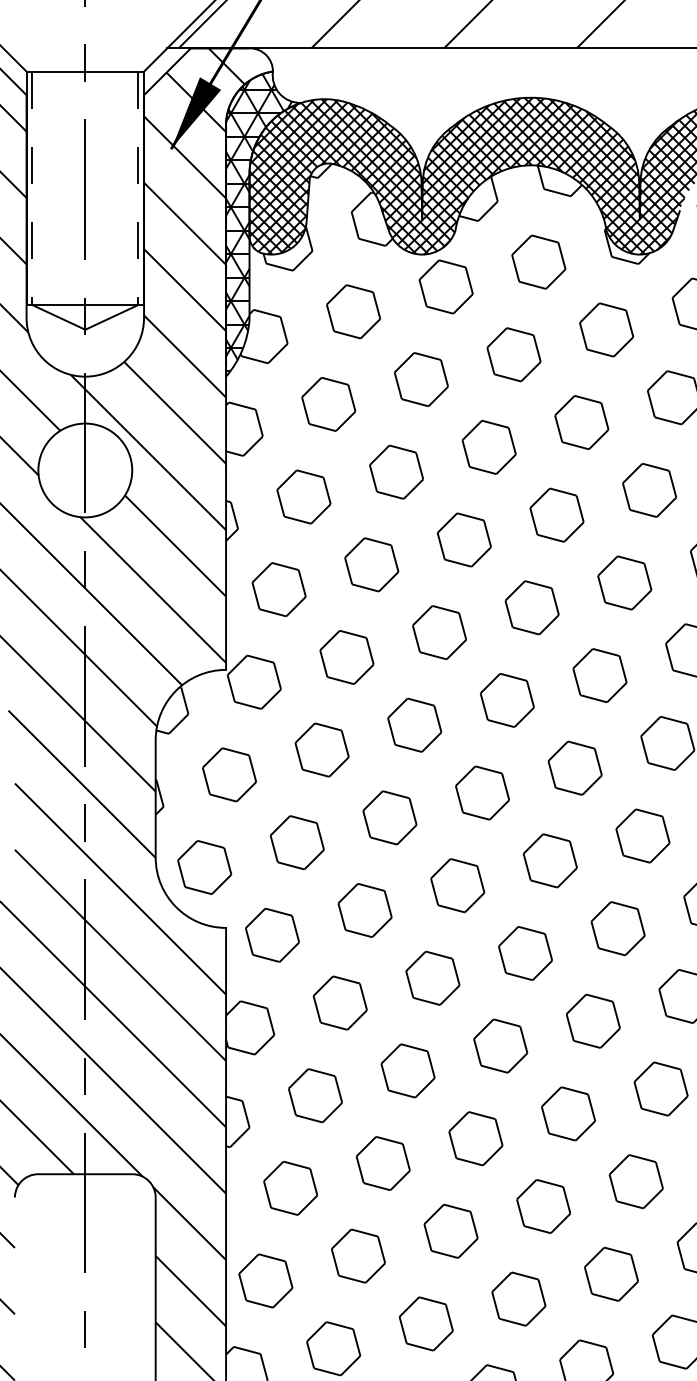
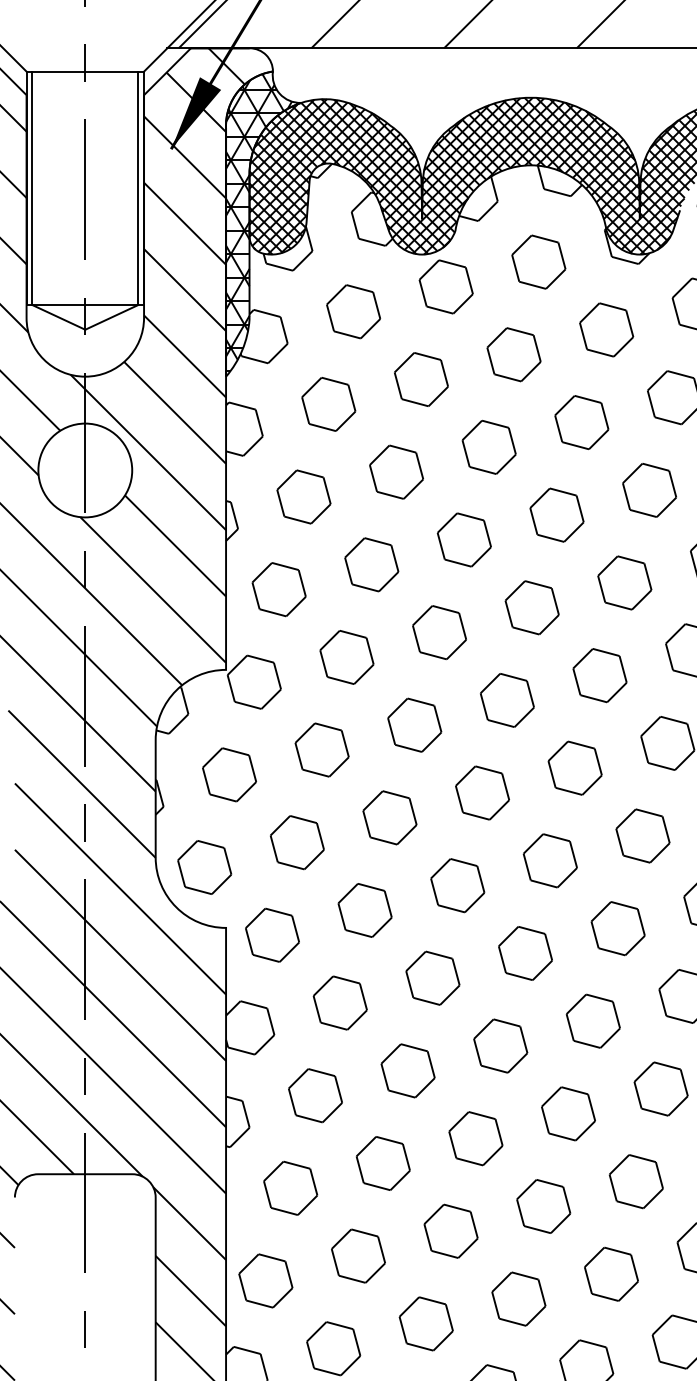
line at (32, 188): dashed -> solid
line at (138, 188): dashed -> solid
